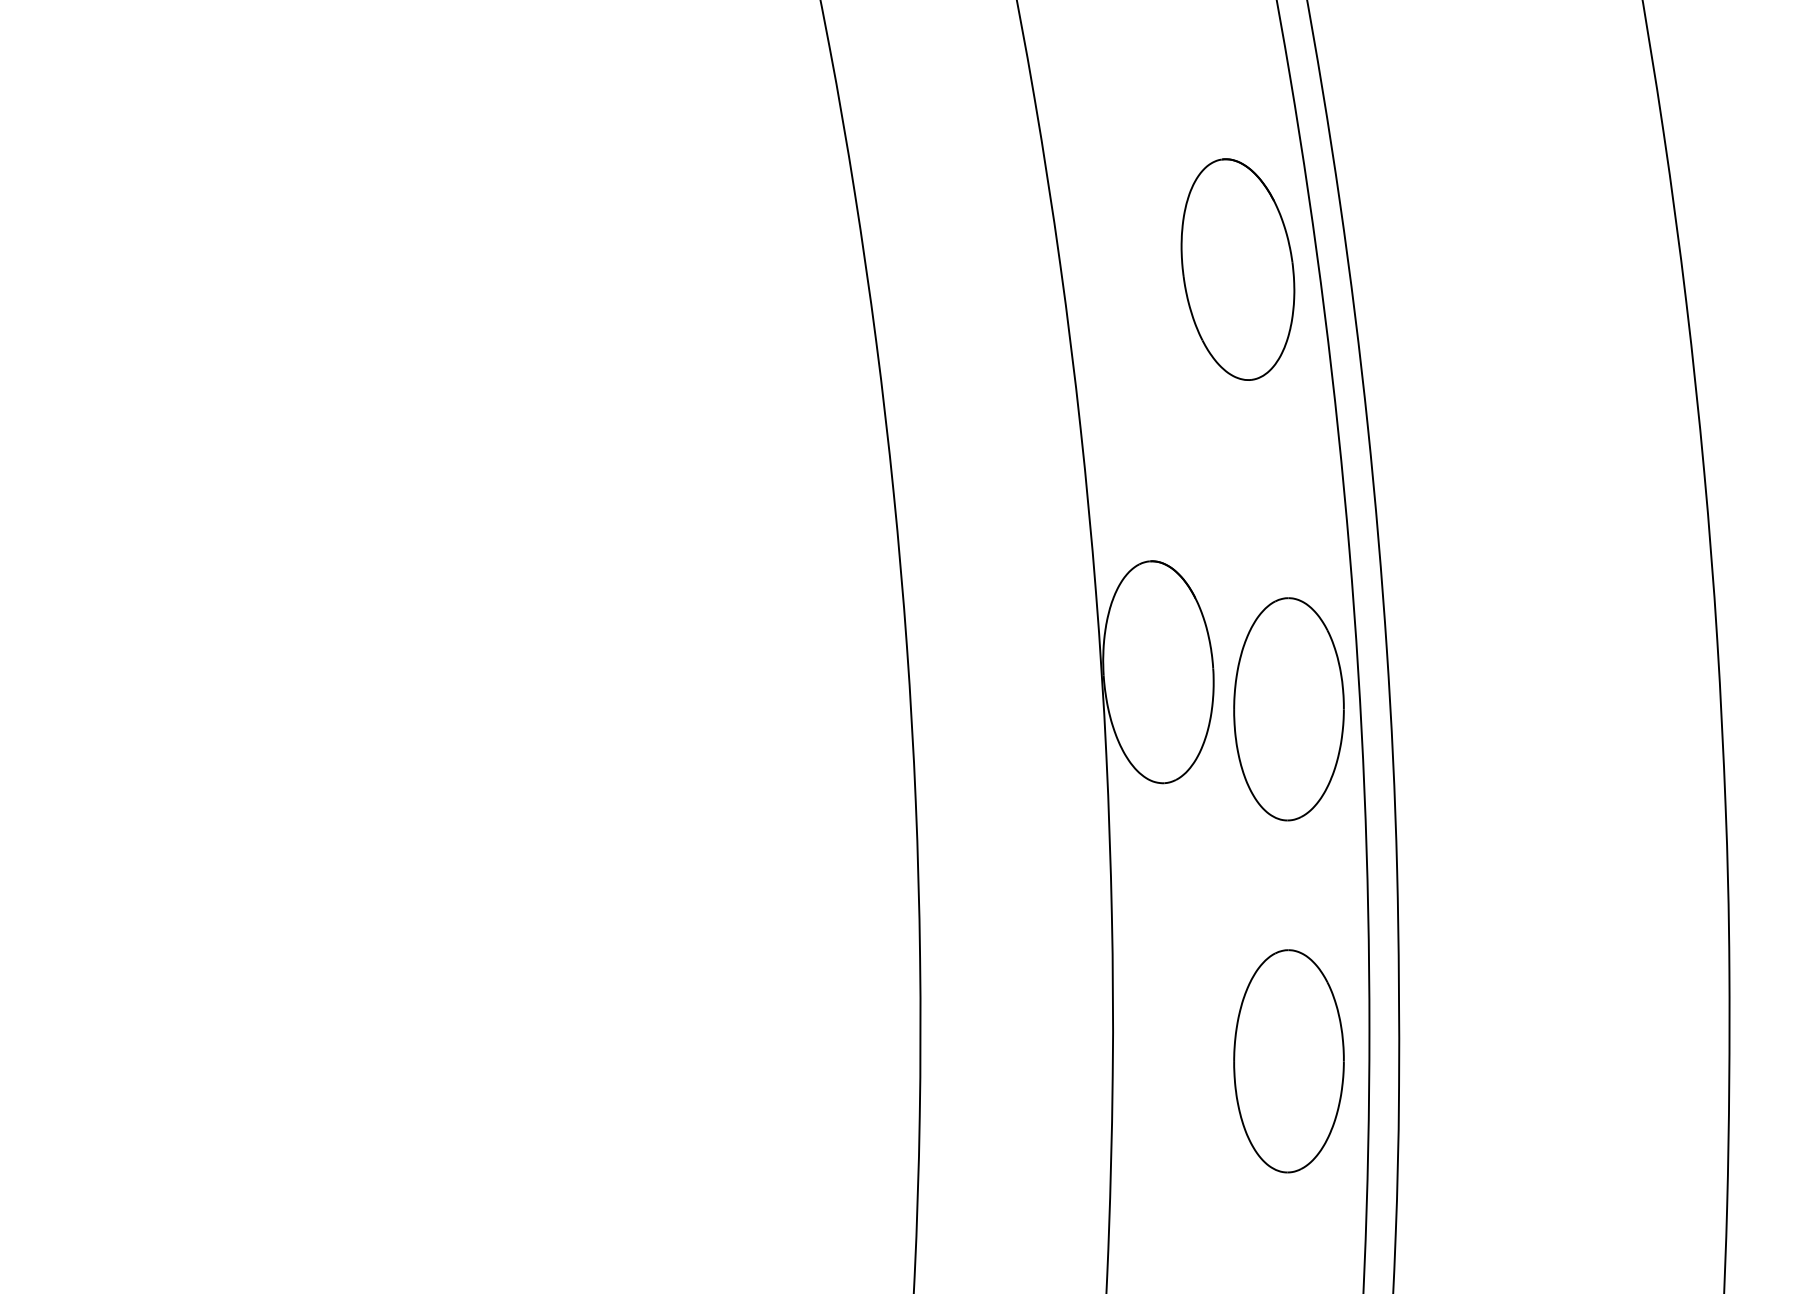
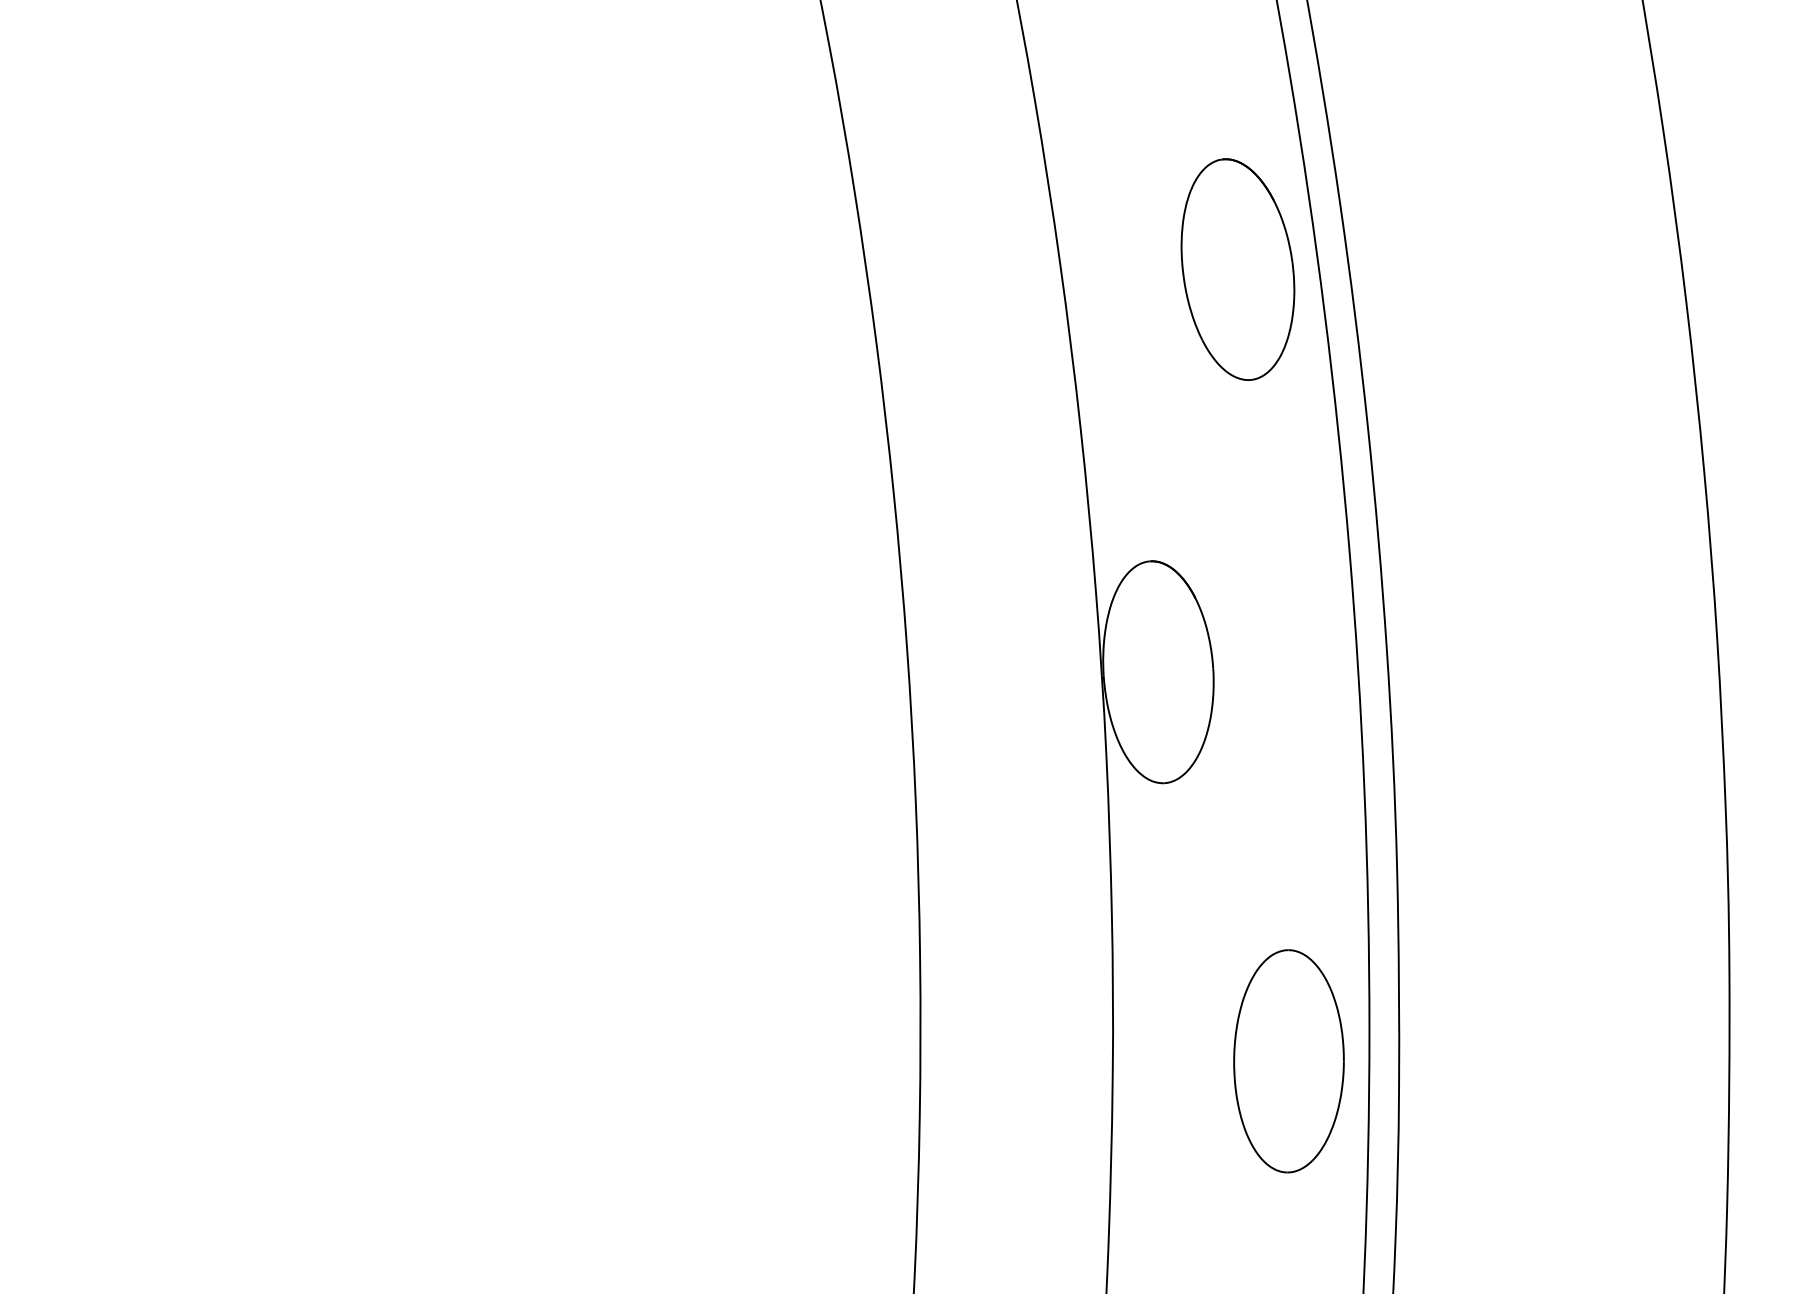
part at (1288, 709): present -> none
